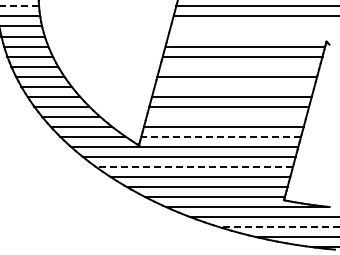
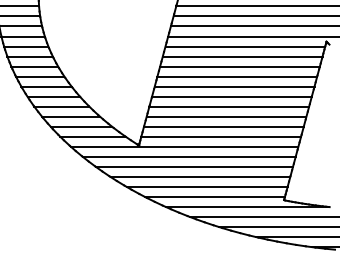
line at (19, 6): dashed -> solid
line at (253, 26): none -> present
line at (252, 36): none -> present
line at (239, 66): none -> present
line at (234, 86): none -> present
line at (226, 116): none -> present
line at (221, 136): dashed -> solid
line at (194, 166): dashed -> solid
line at (279, 227): dashed -> solid
